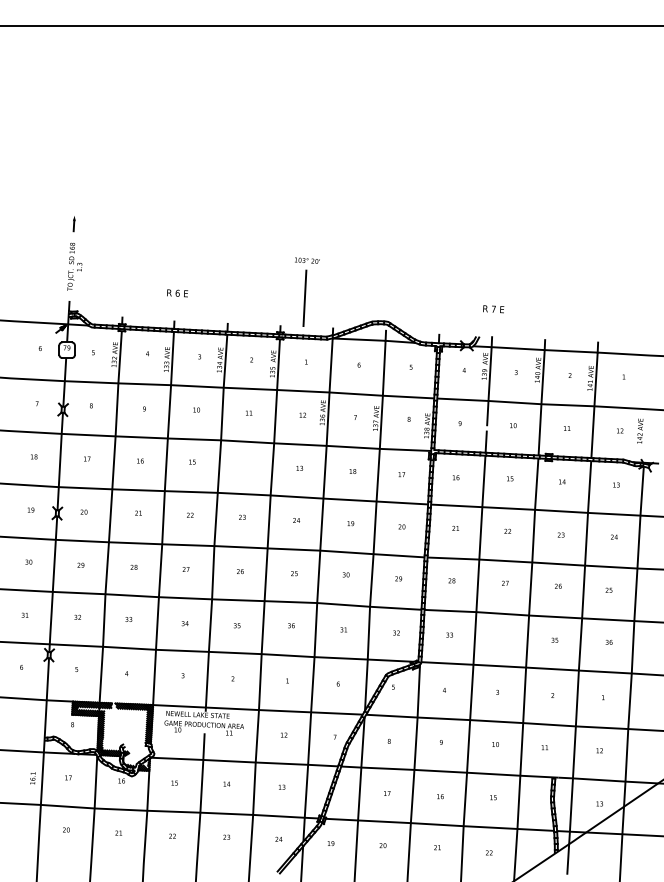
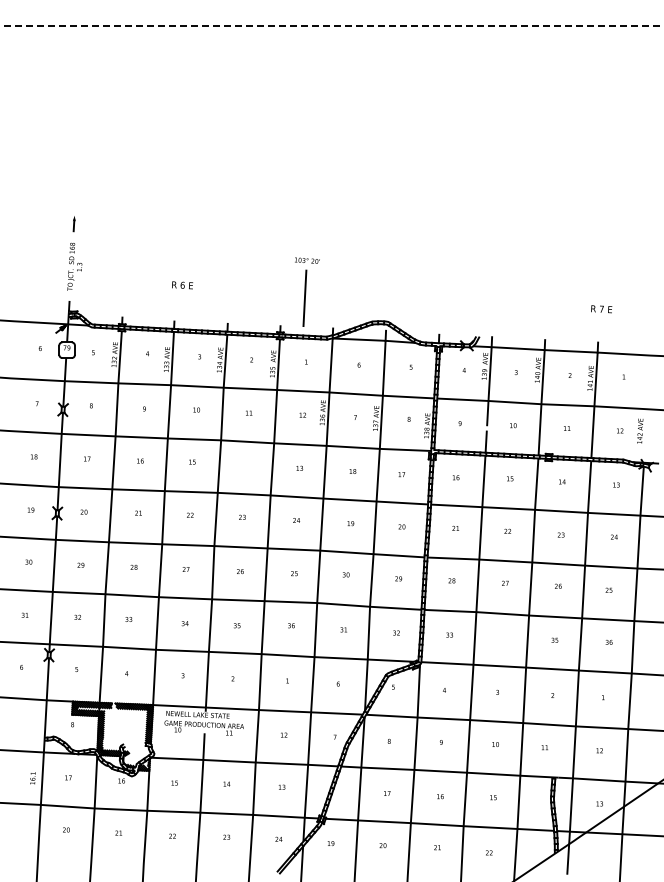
line at (331, 26): solid -> dashed
text at (177, 293) position: (177, 293) -> (182, 285)
text at (493, 309) position: (493, 309) -> (601, 309)
